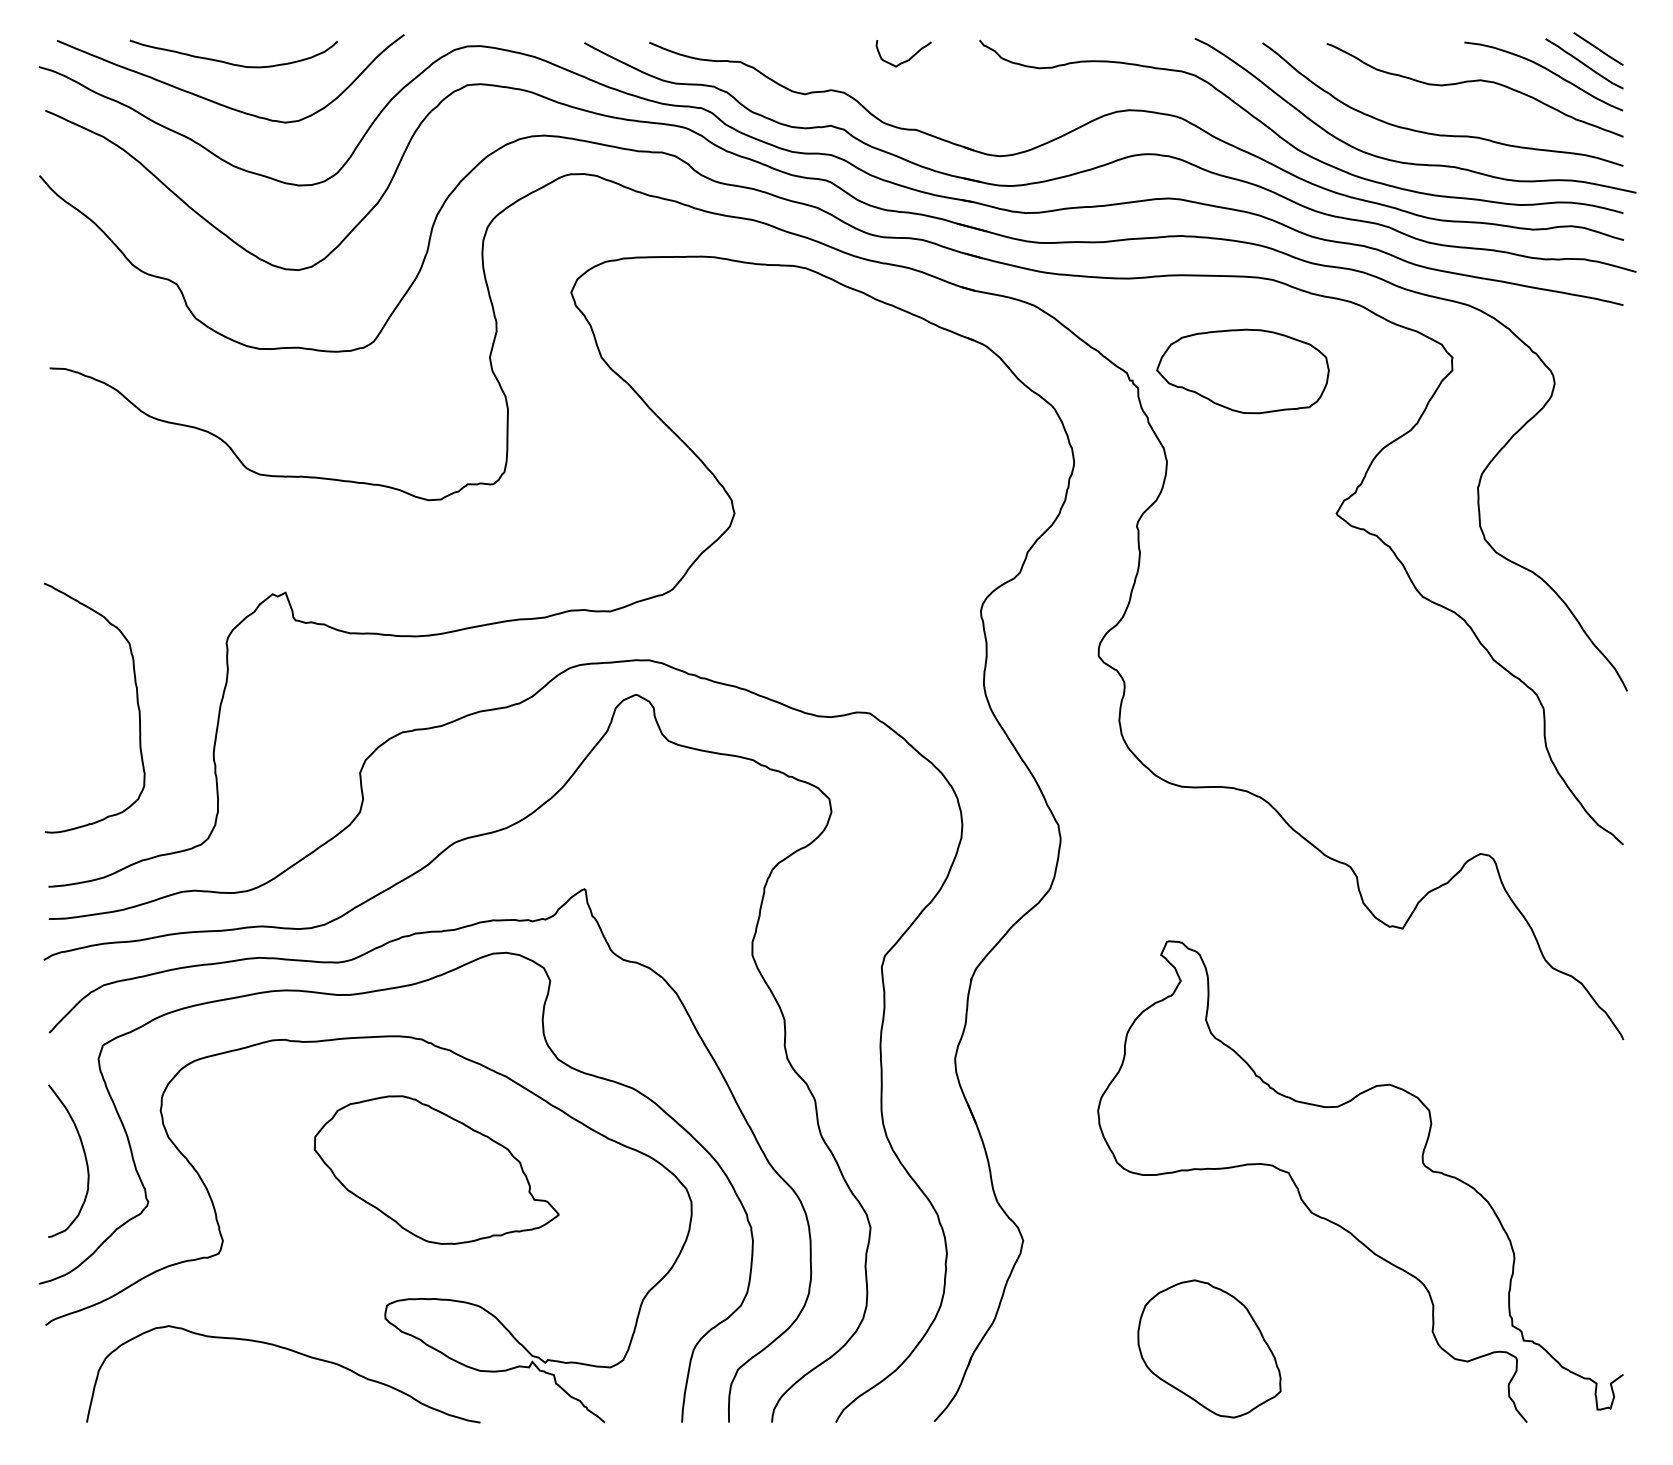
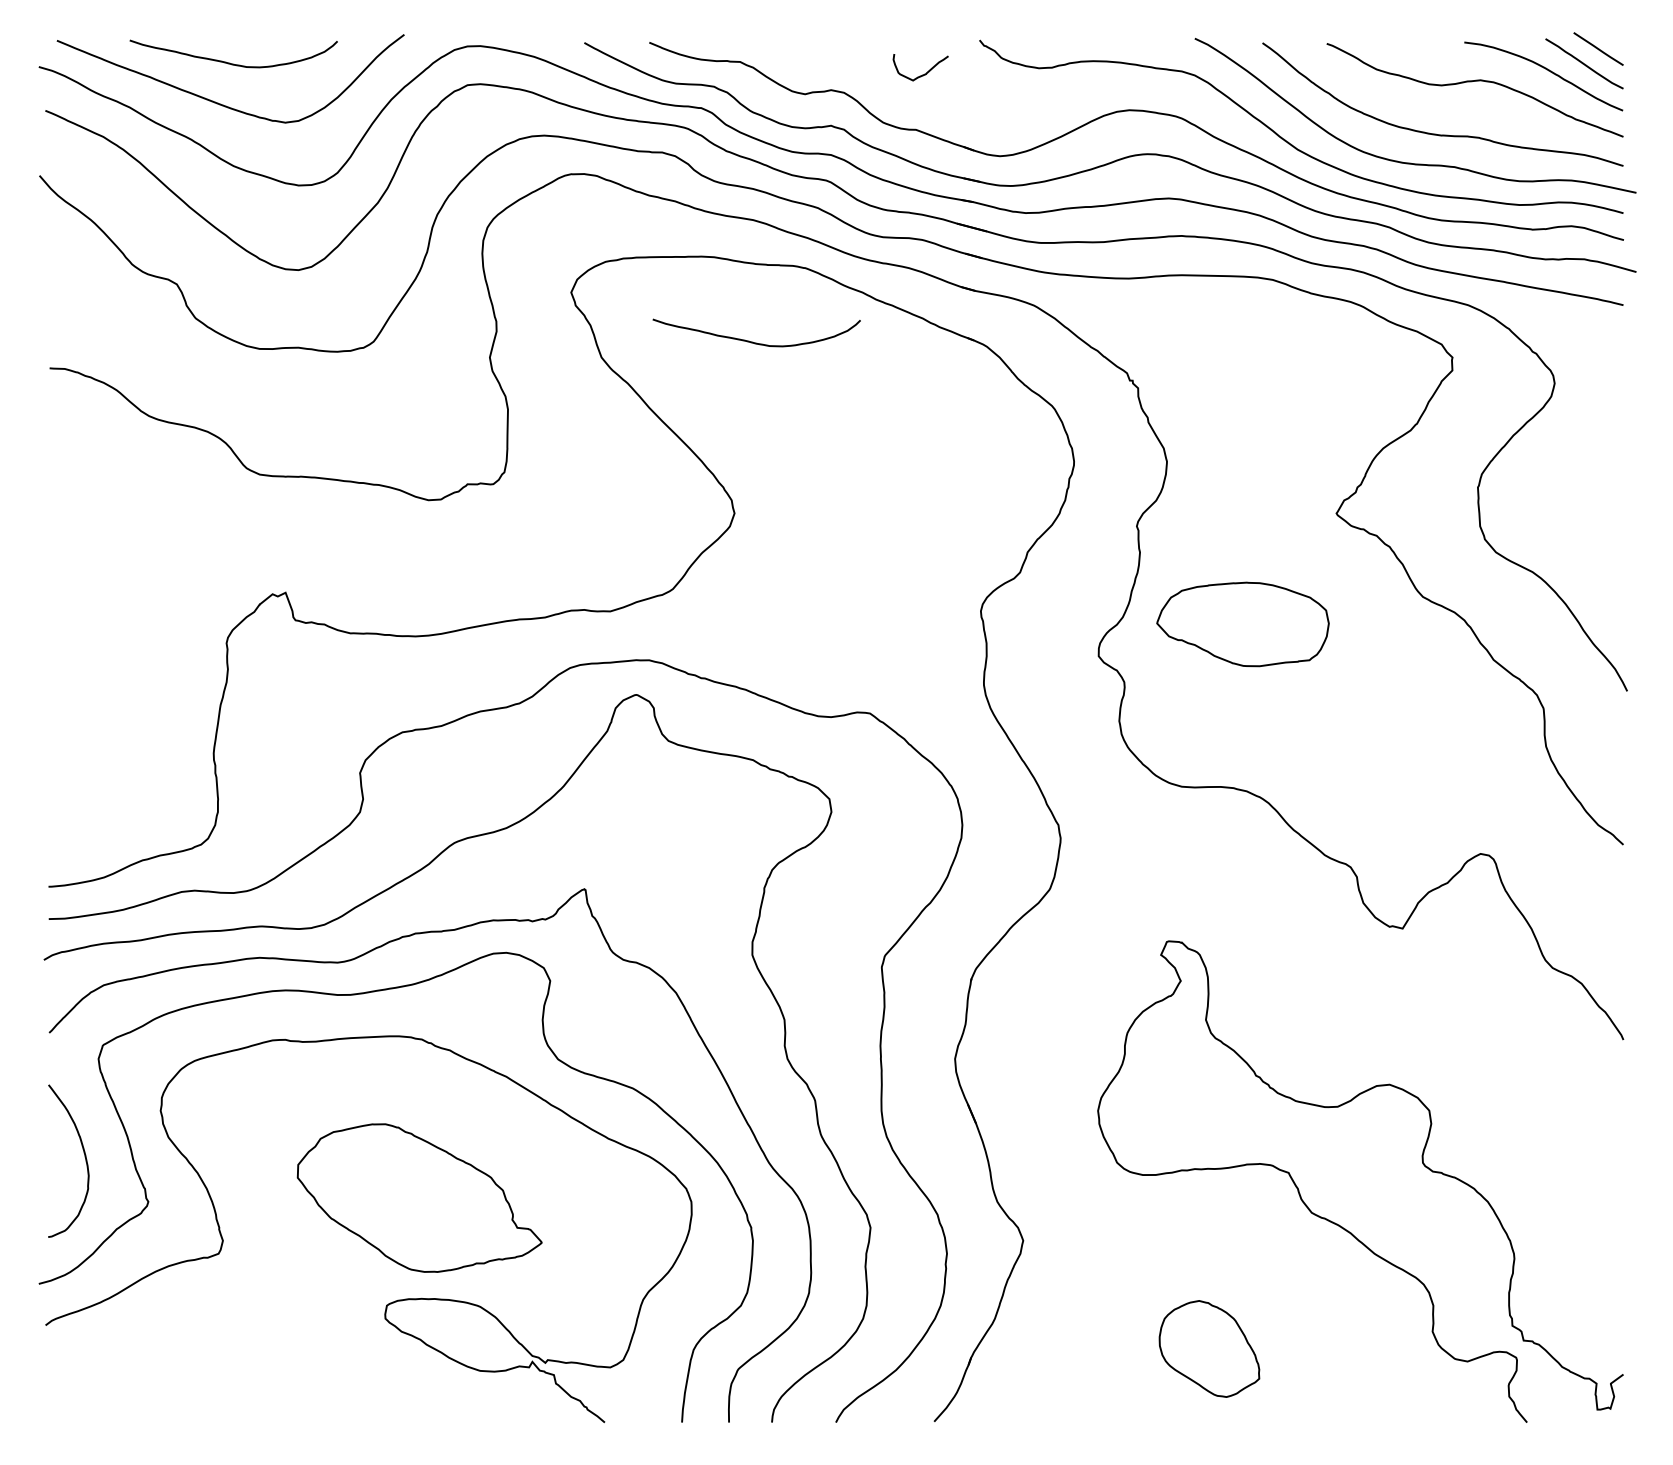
curve at (907, 59) position: (907, 59) -> (924, 73)
curve at (752, 341): none -> present
part at (1242, 371) position: (1242, 371) -> (1242, 624)
curve at (136, 702): present -> none
part at (436, 1169) position: (436, 1169) -> (419, 1197)
part at (1209, 1348) size: 145x140 px -> 103x98 px
curve at (291, 1351): present -> none
